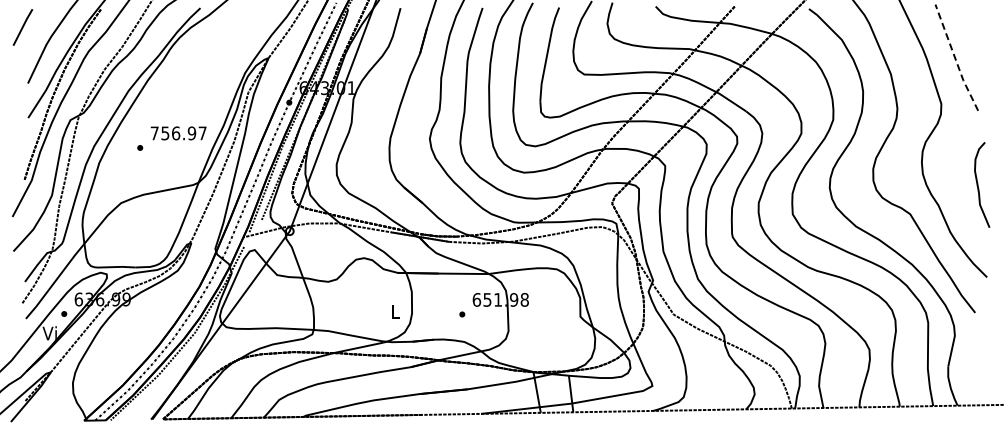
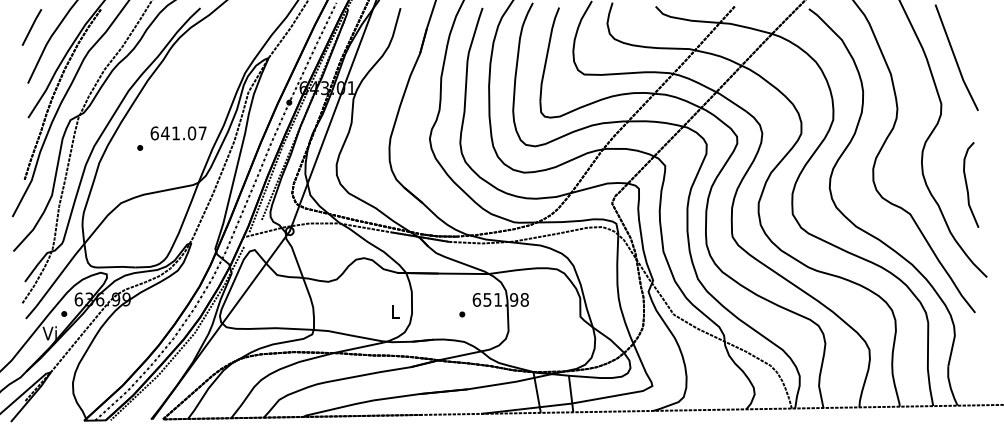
line at (22, 27) position: (22, 27) -> (31, 27)
line at (955, 58): dashed -> solid
text at (172, 133): 756.97 -> 641.07
curve at (978, 184) position: (978, 184) -> (967, 184)
